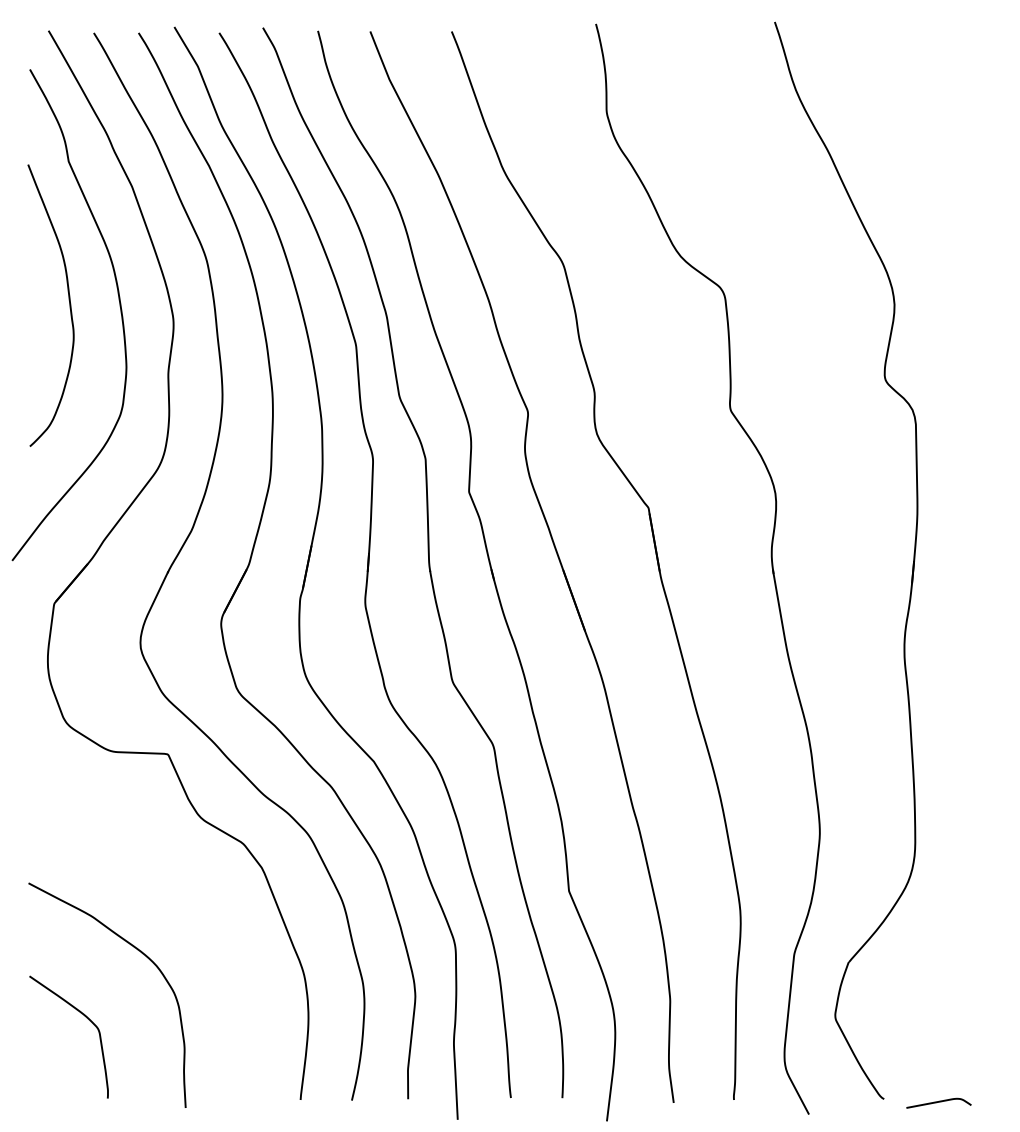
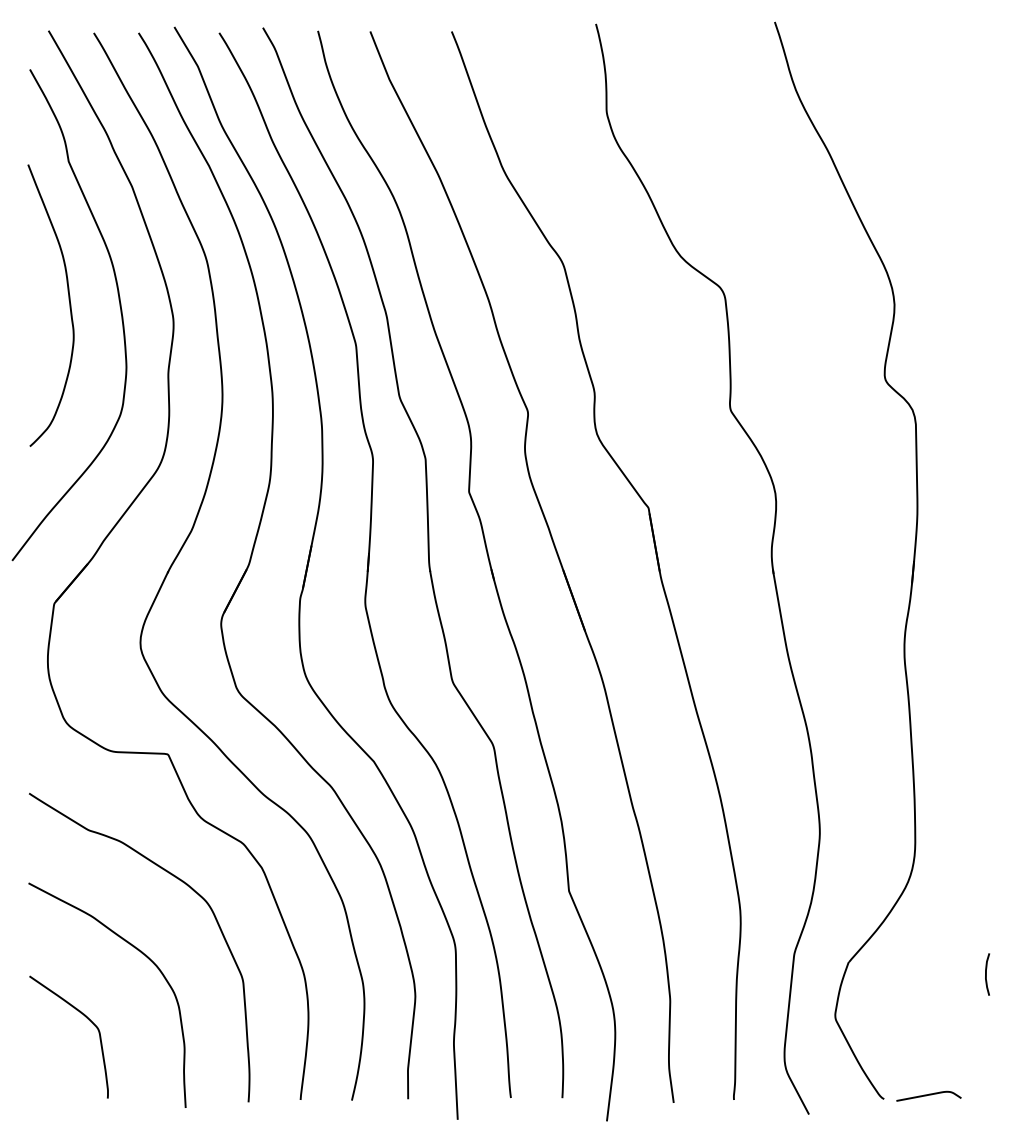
curve at (187, 886): none -> present
curve at (986, 974): none -> present
curve at (938, 1102) position: (938, 1102) -> (928, 1095)
